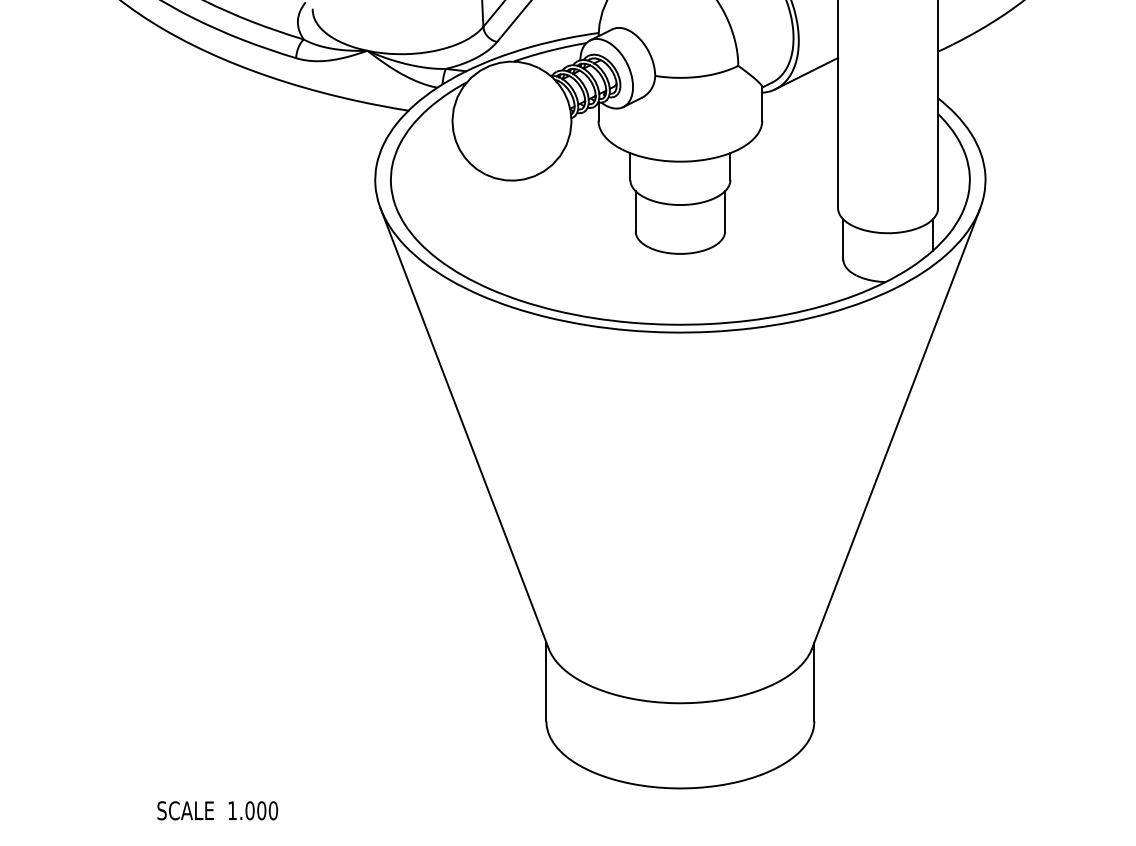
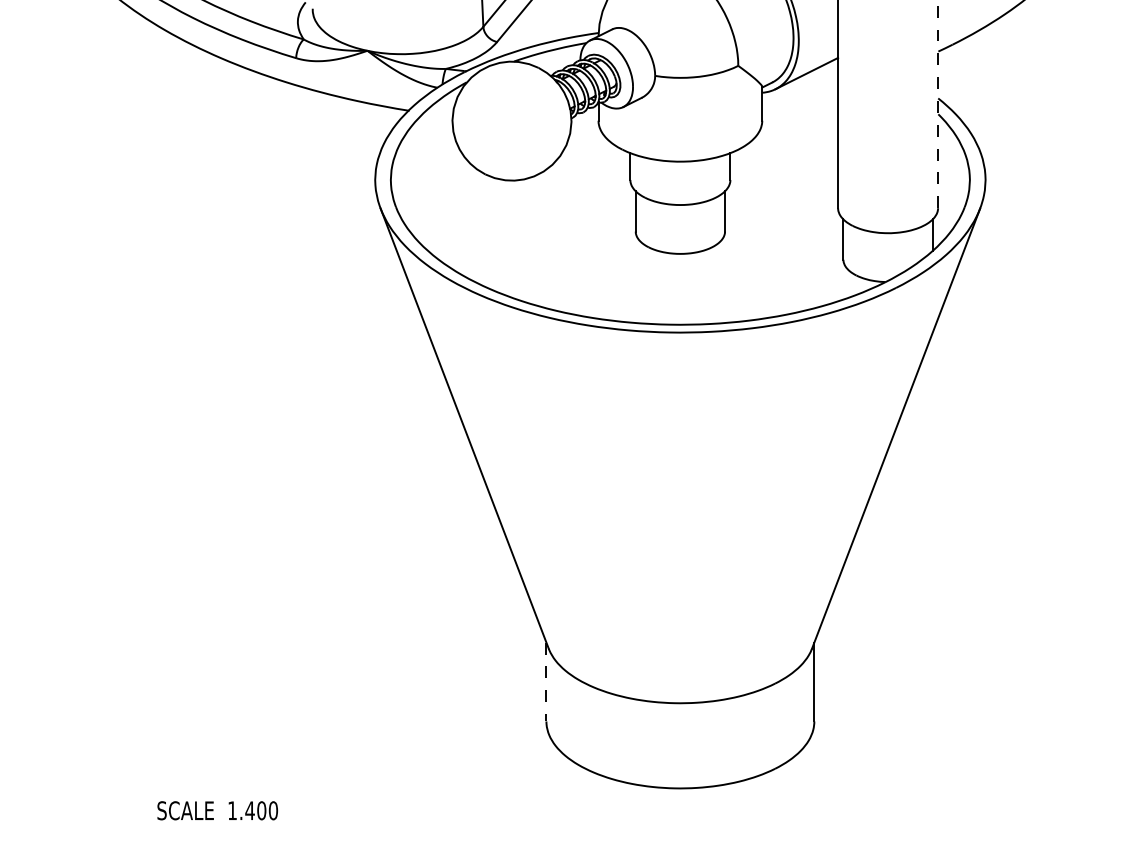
line at (938, 104): solid -> dashed
line at (546, 682): solid -> dashed
text at (249, 810): 1.000 -> 1.400
